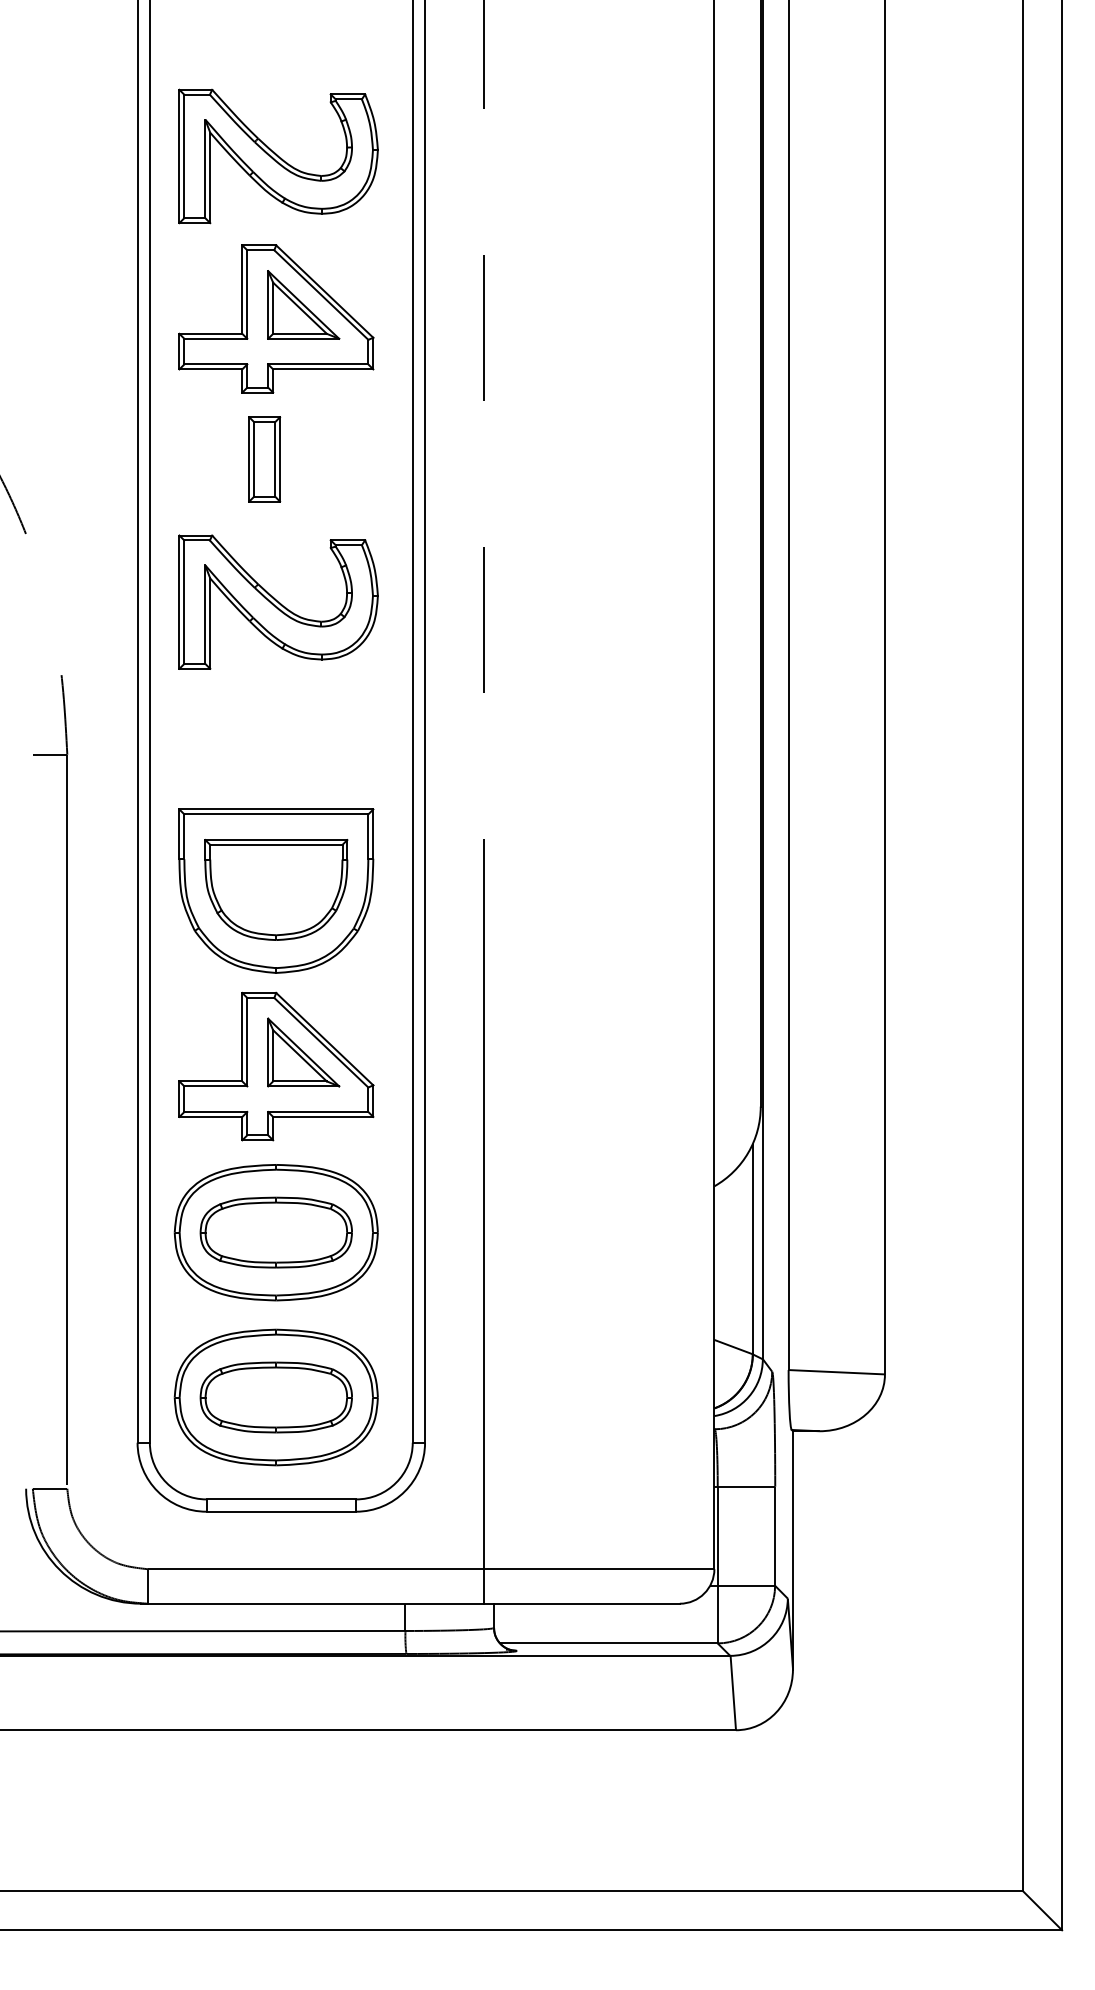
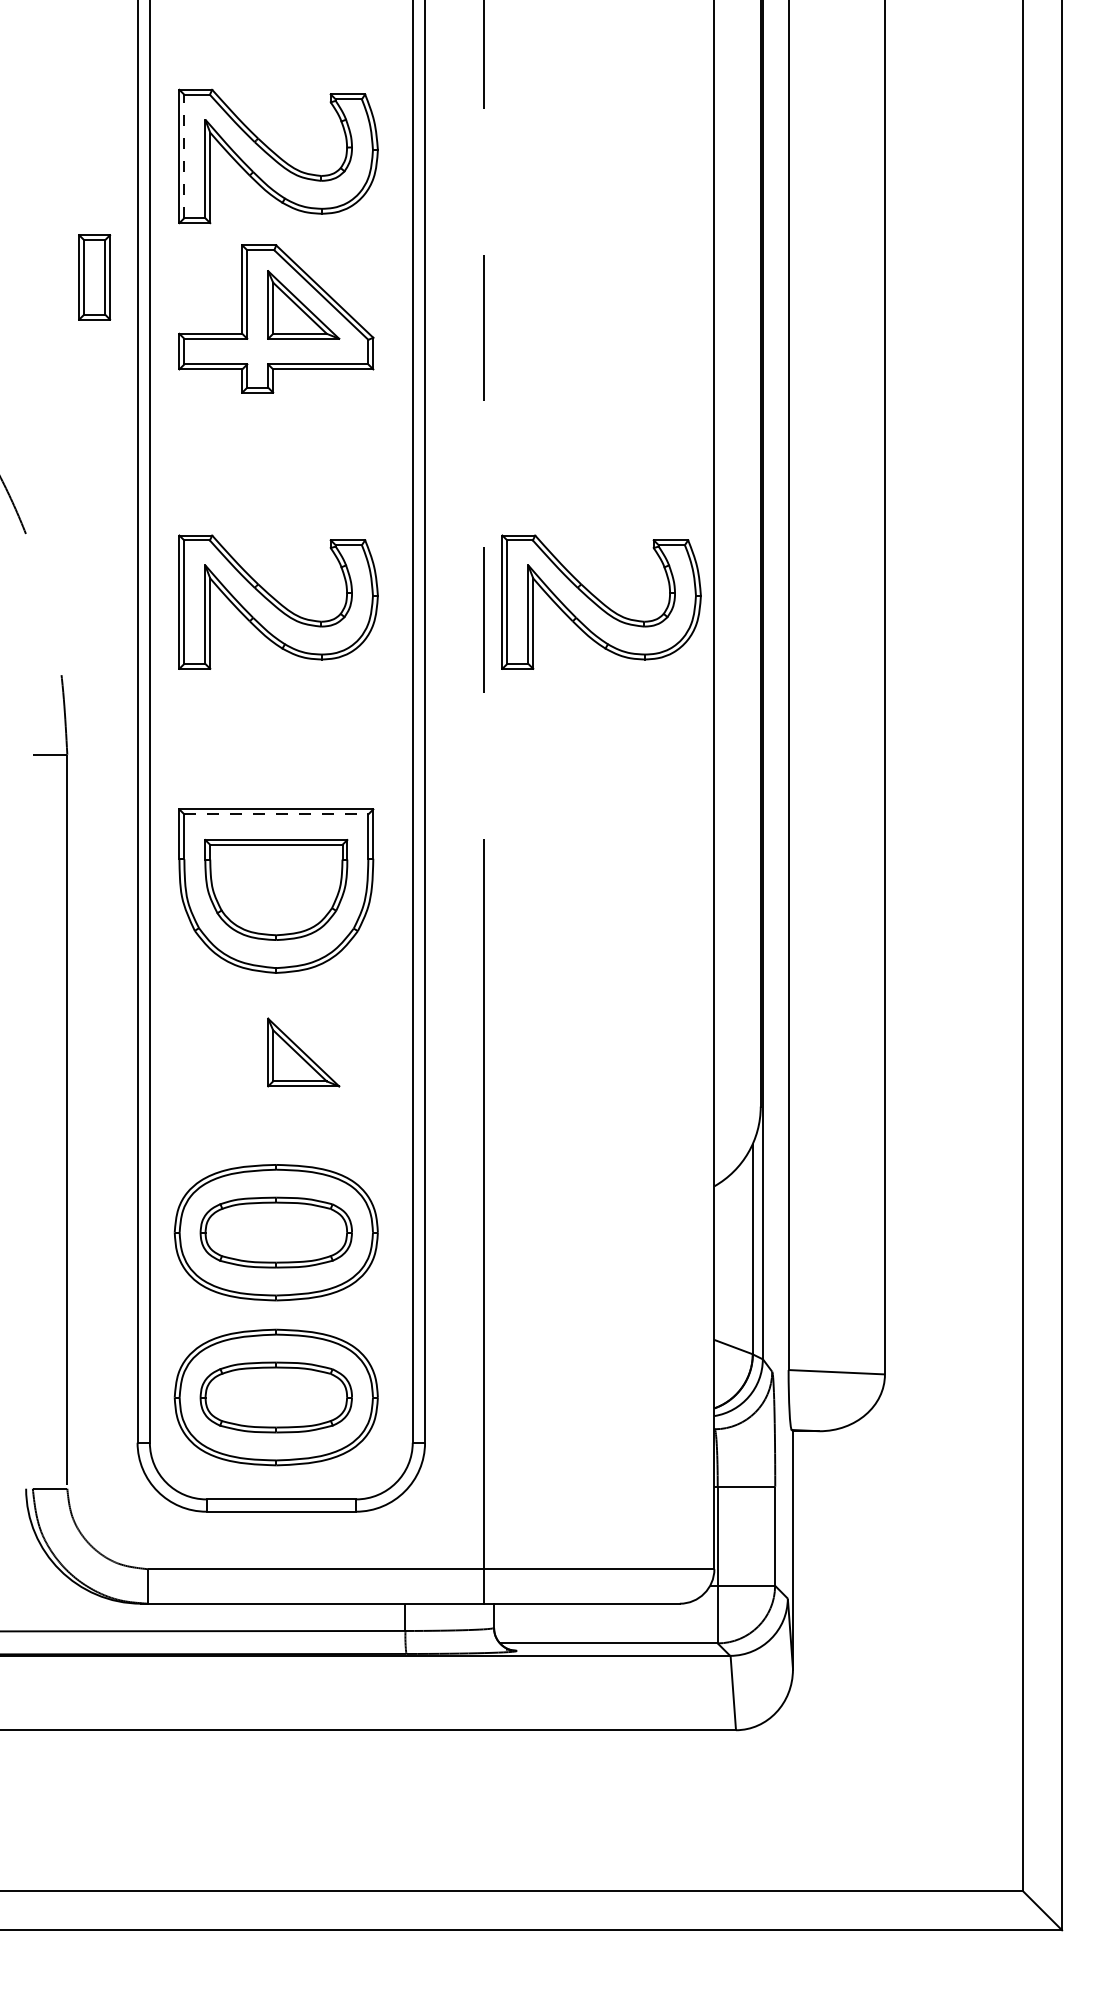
line at (184, 156): solid -> dashed
part at (264, 459) position: (264, 459) -> (94, 277)
part at (601, 601): none -> present
line at (276, 814): solid -> dashed
part at (276, 1066): present -> none
